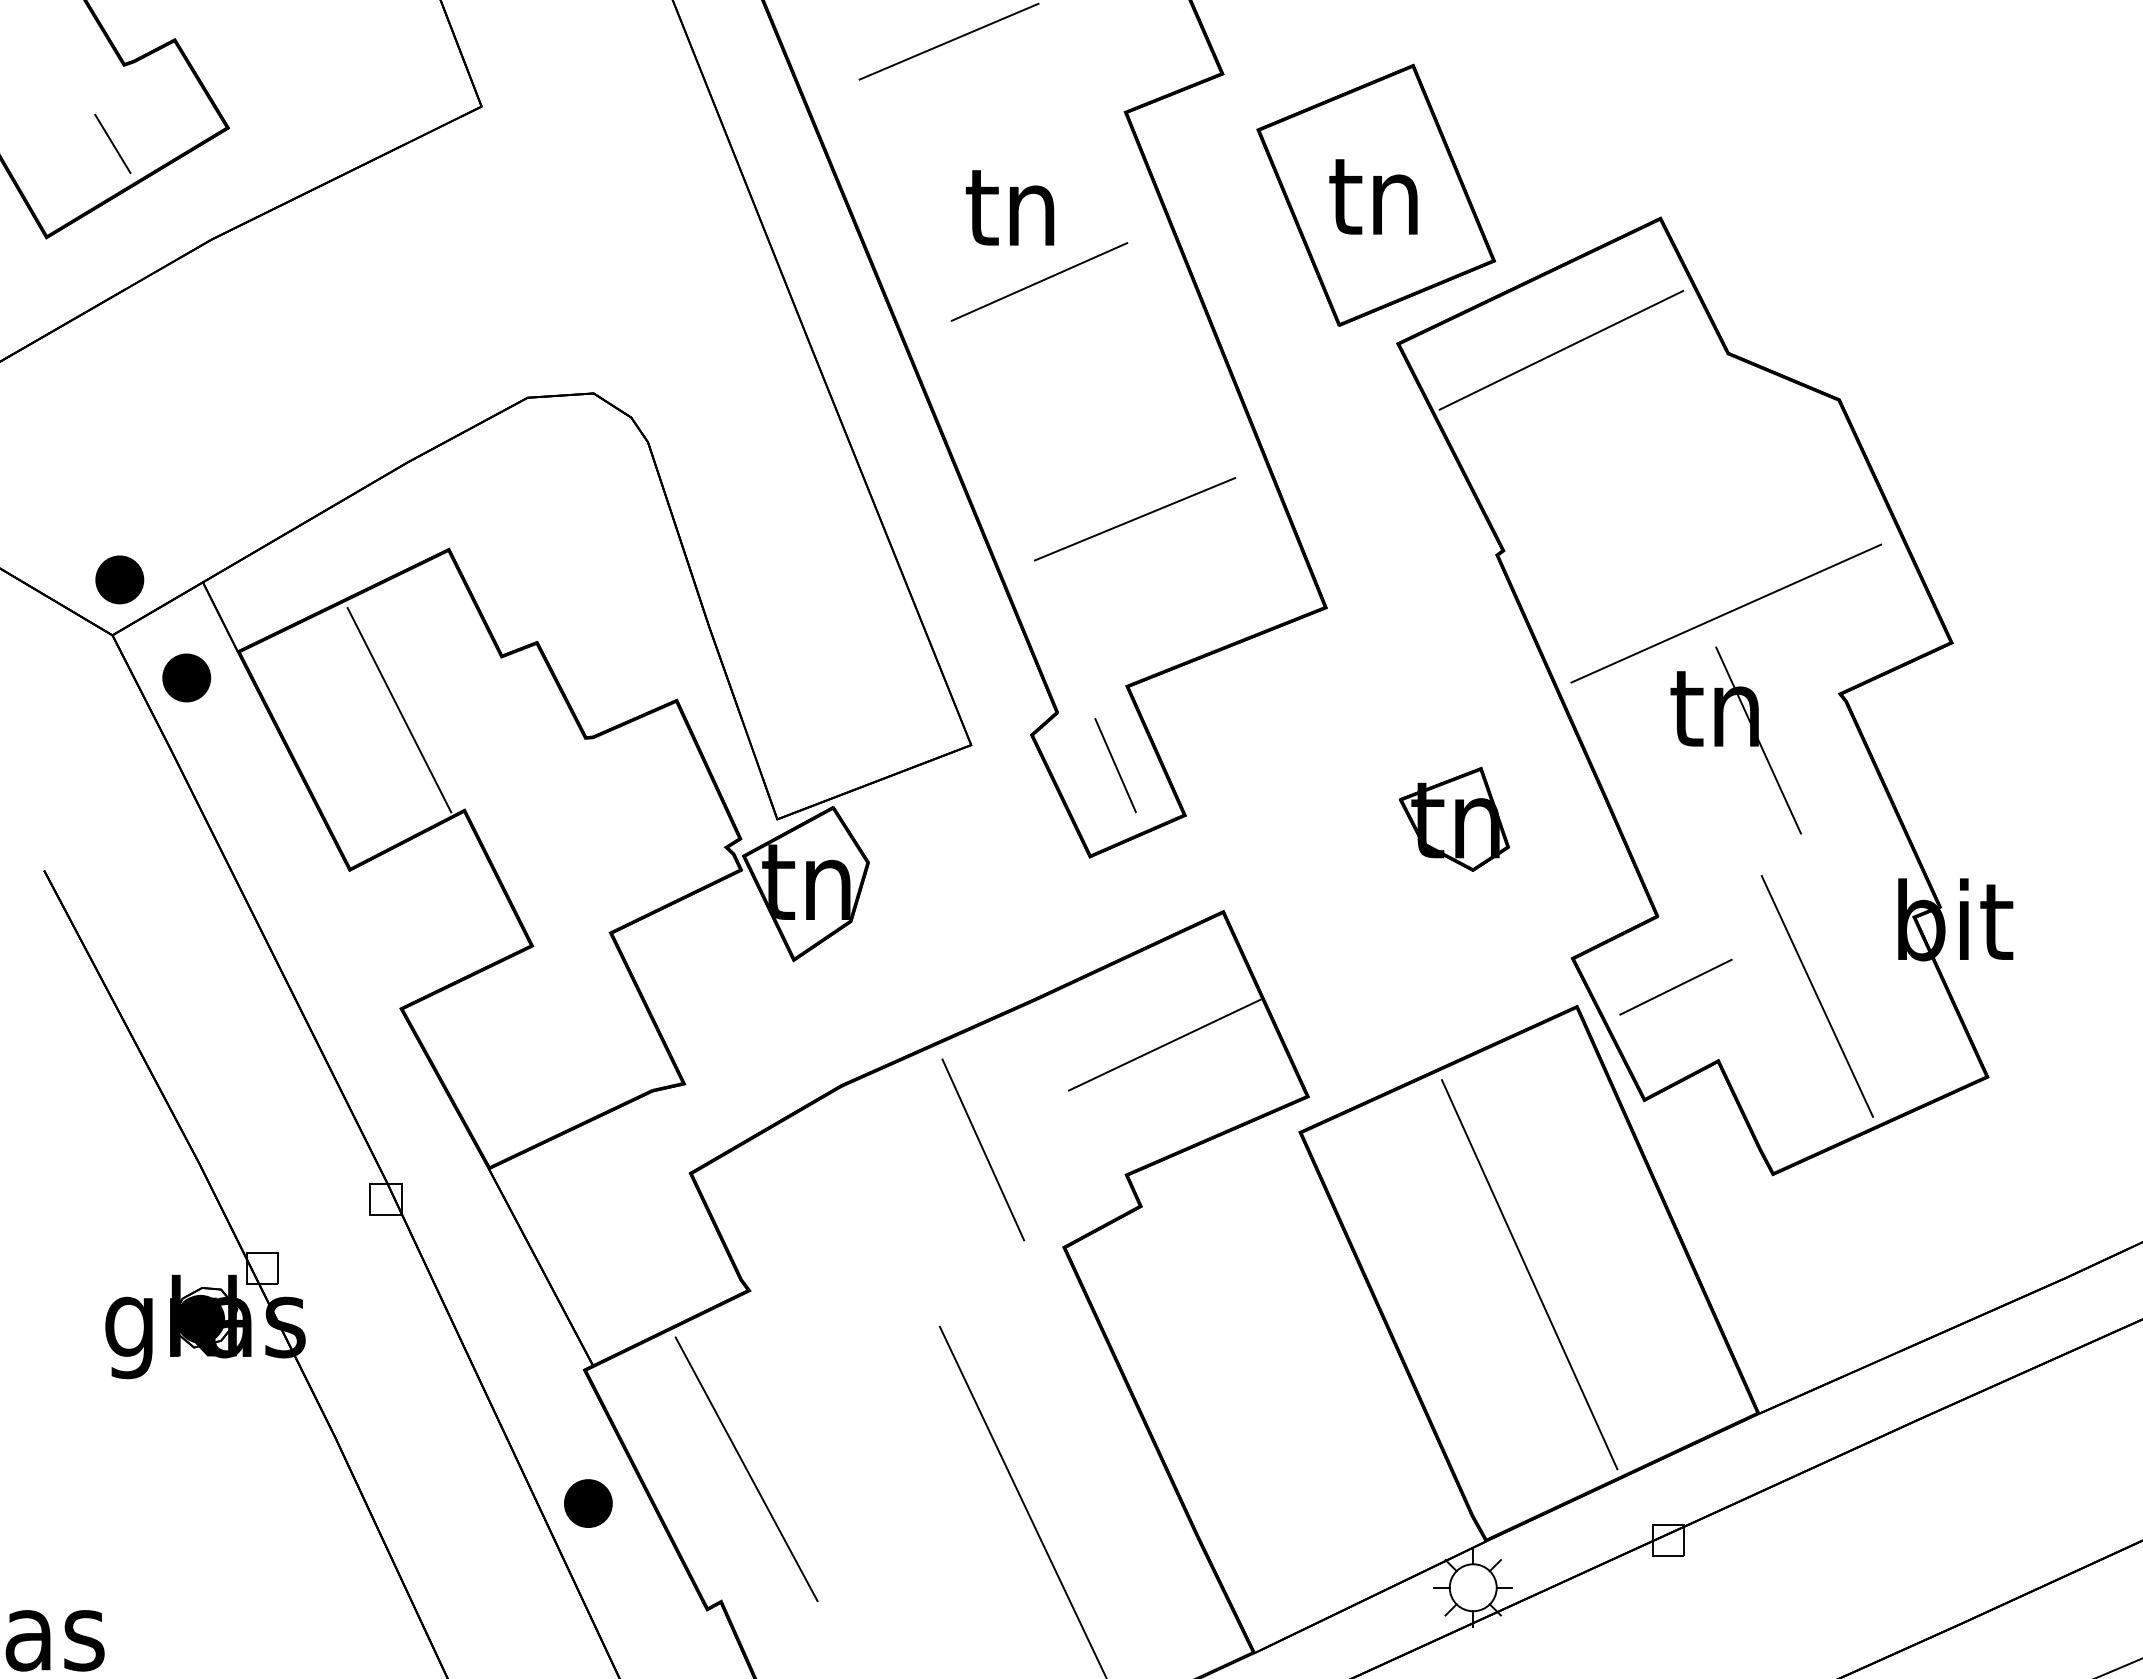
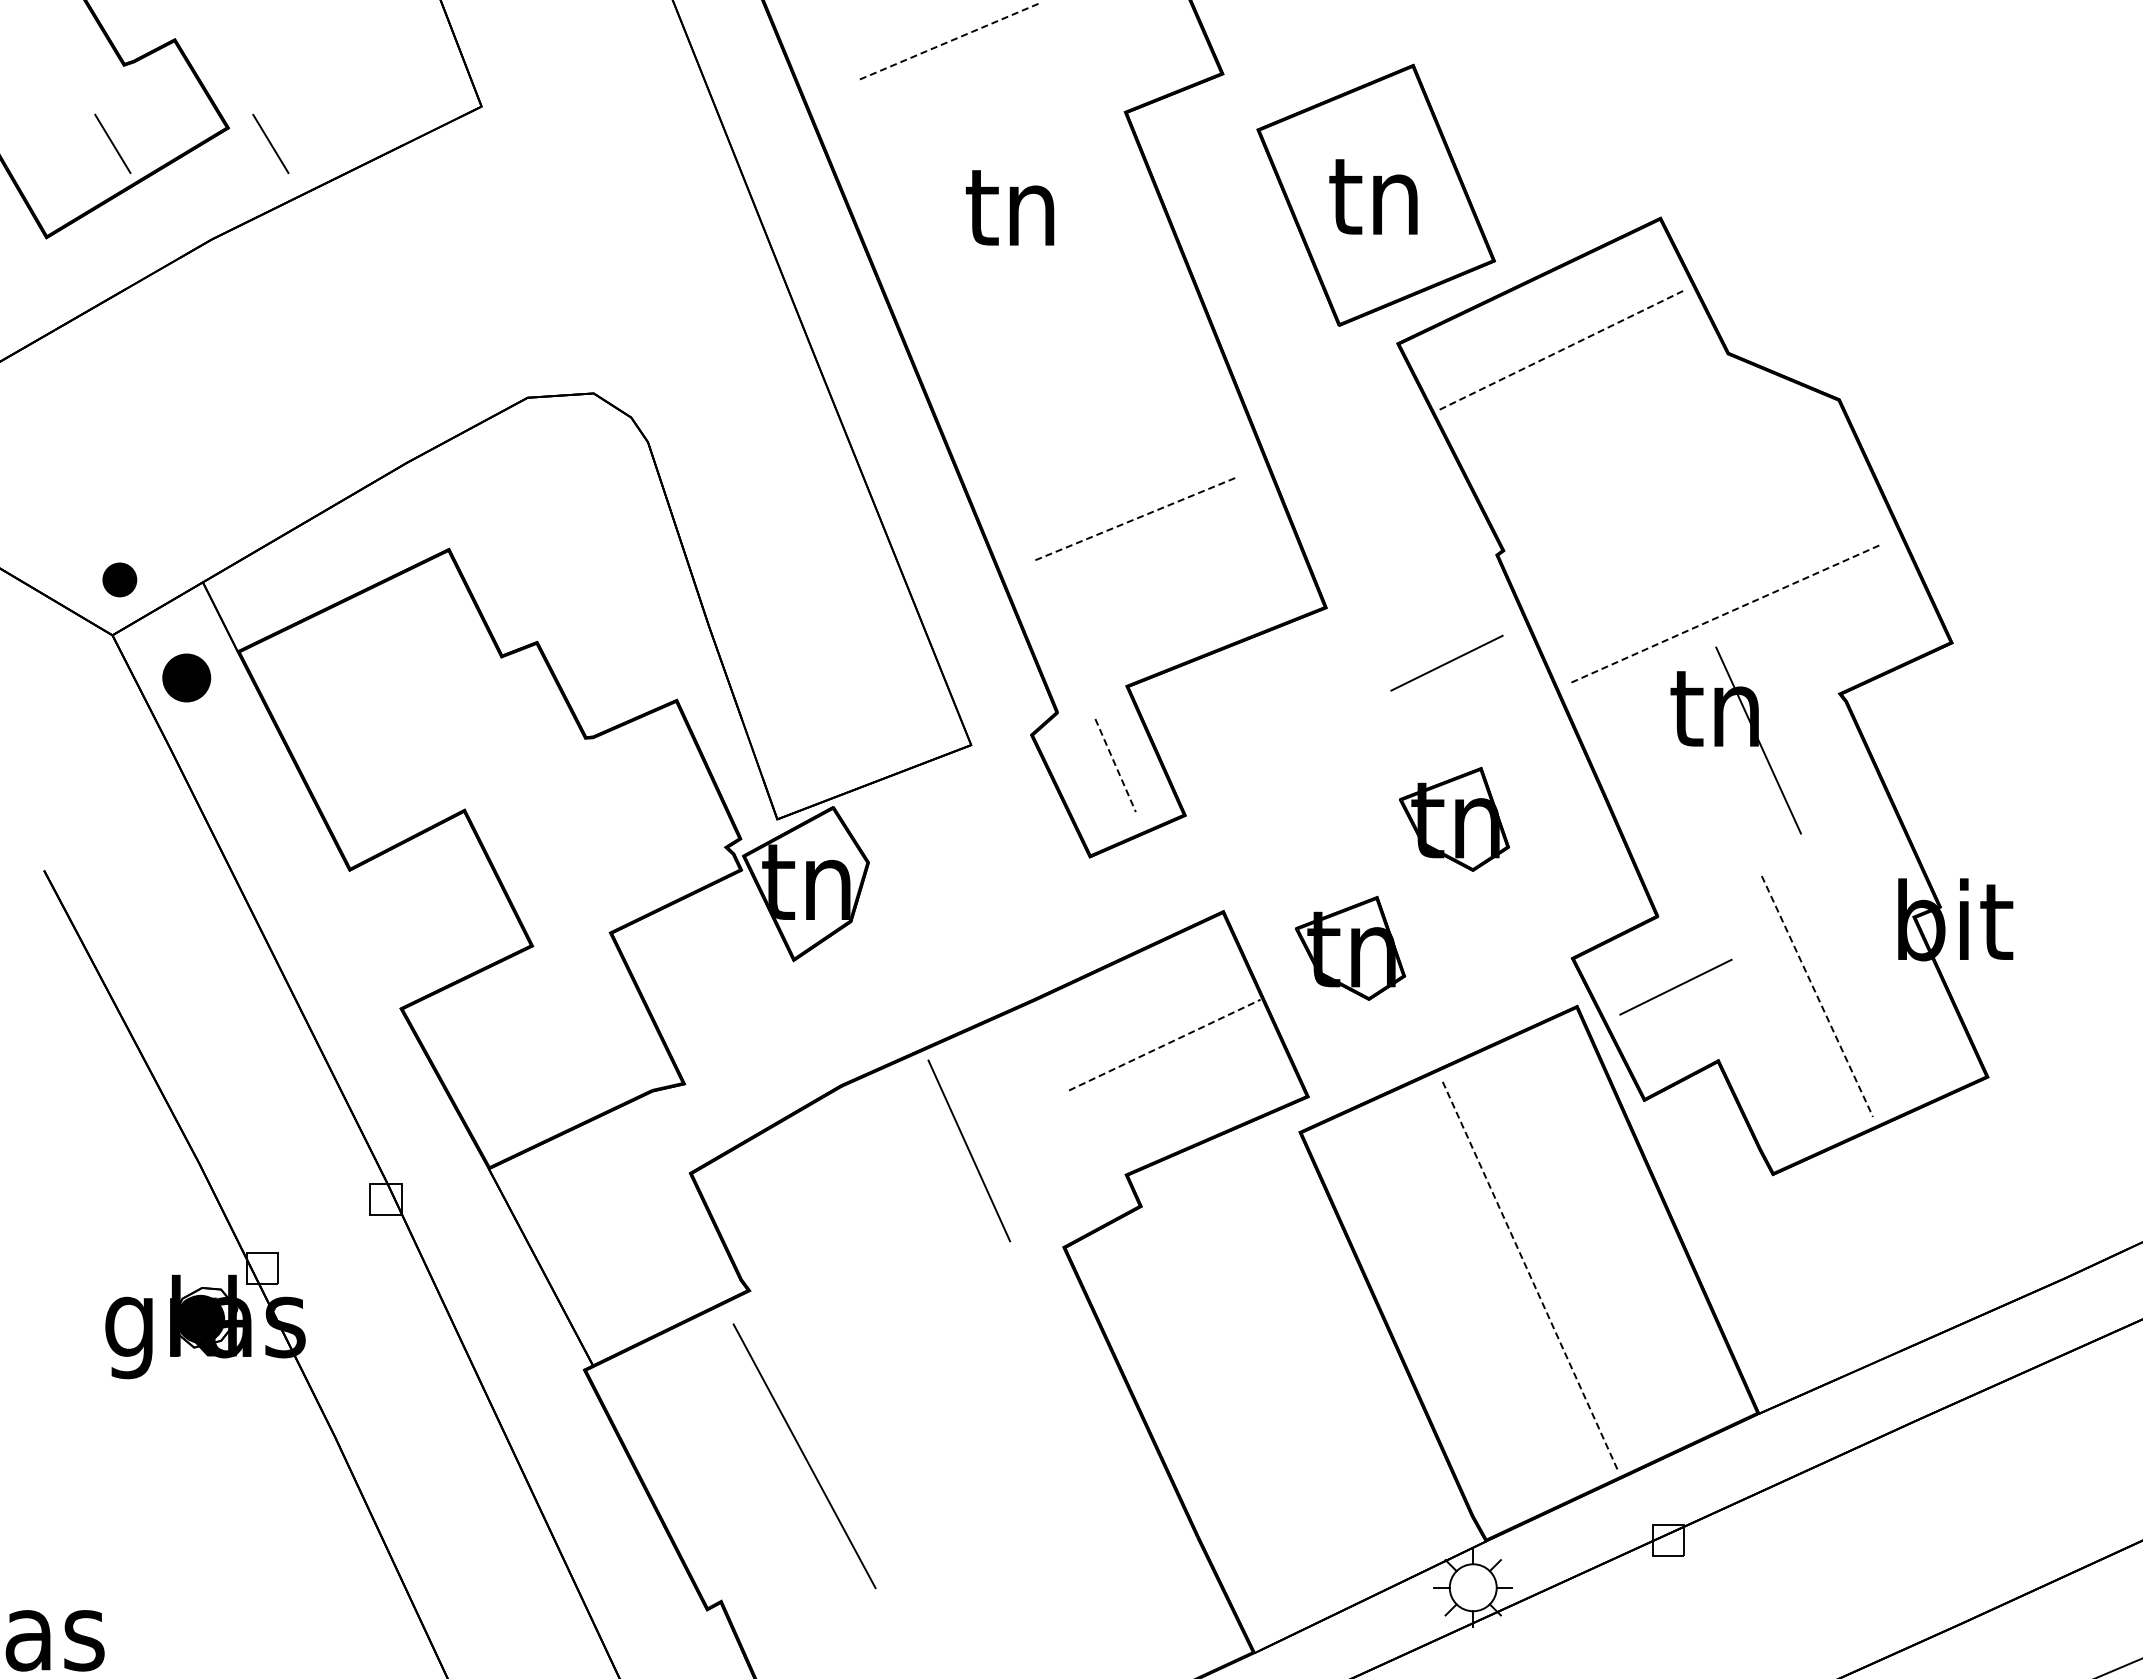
line at (948, 41): solid -> dashed
line at (270, 143): none -> present
line at (1039, 281): present -> none
line at (1561, 350): solid -> dashed
line at (1134, 519): solid -> dashed
part at (119, 579) size: 50x50 px -> 36x36 px
line at (1726, 613): solid -> dashed
line at (1446, 662): none -> present
line at (399, 710): present -> none
line at (1115, 765): solid -> dashed
part at (1350, 947): none -> present
line at (1817, 996): solid -> dashed
line at (1164, 1045): solid -> dashed
line at (983, 1149) position: (983, 1149) -> (969, 1150)
line at (1529, 1274): solid -> dashed
line at (746, 1469) position: (746, 1469) -> (804, 1456)
line at (1022, 1500): present -> none
part at (588, 1503): present -> none
